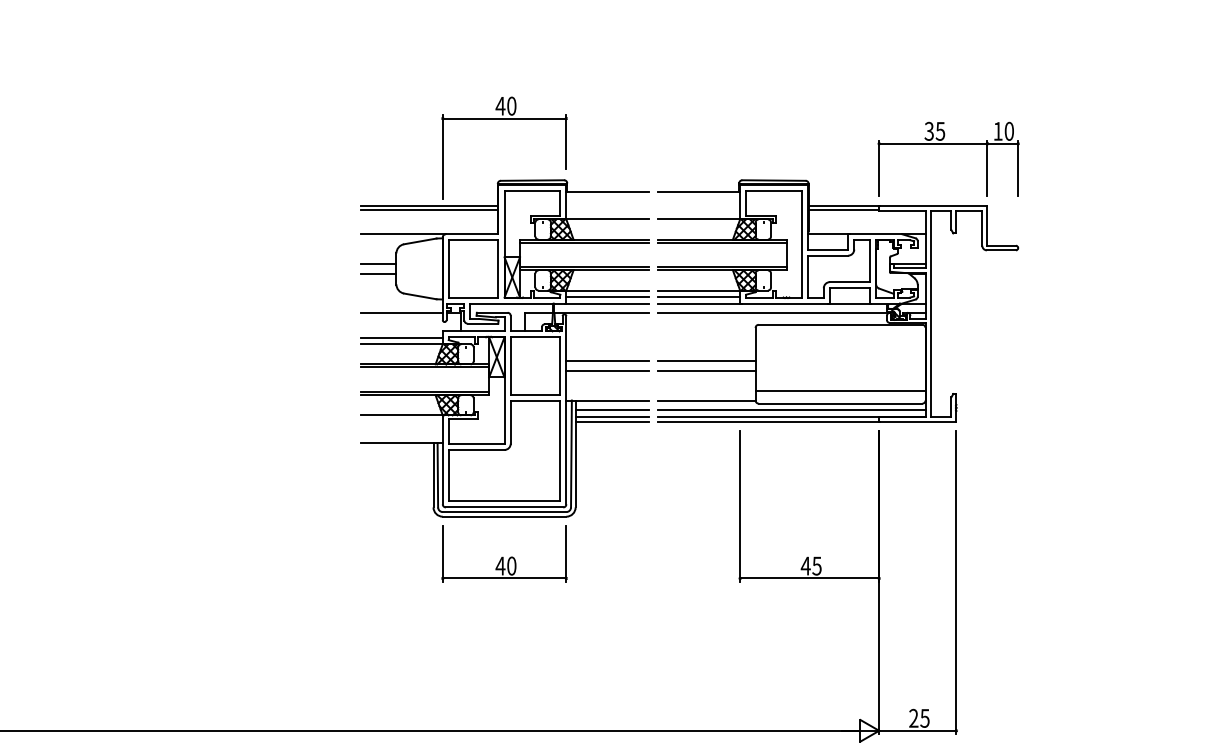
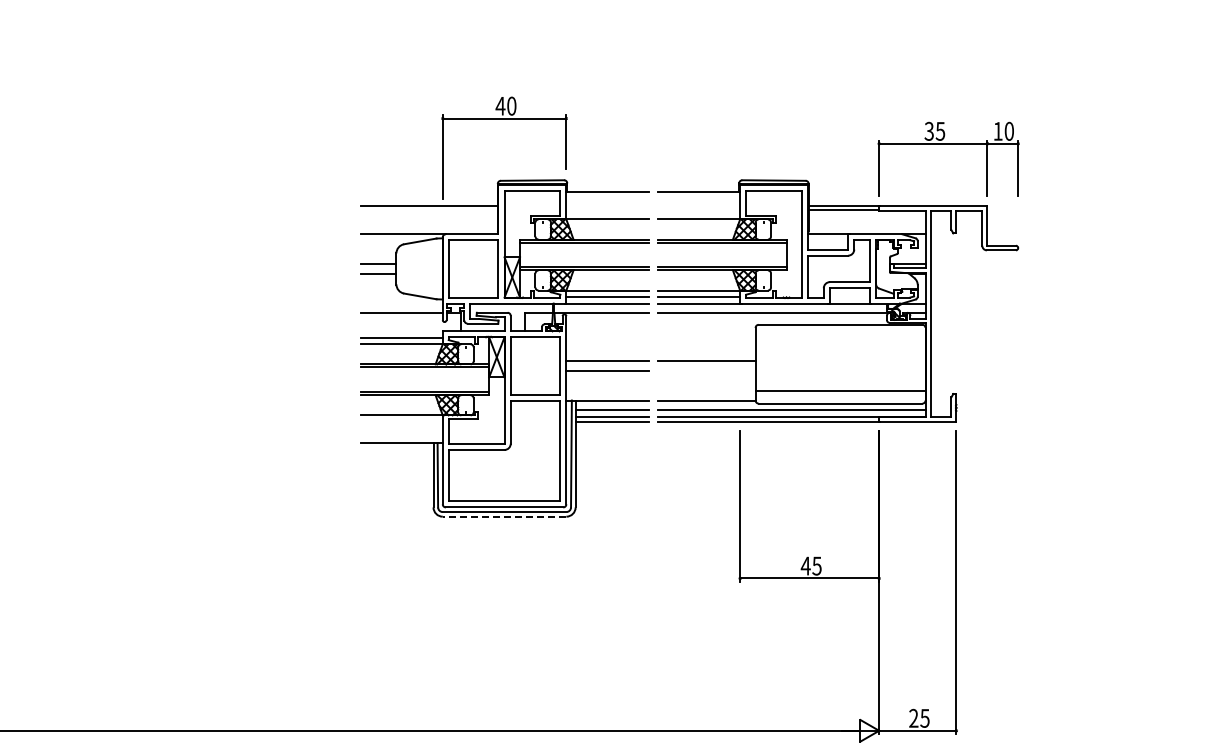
line at (428, 209): present -> none
line at (706, 371): present -> none
line at (504, 516): solid -> dashed
part at (504, 553): present -> none
